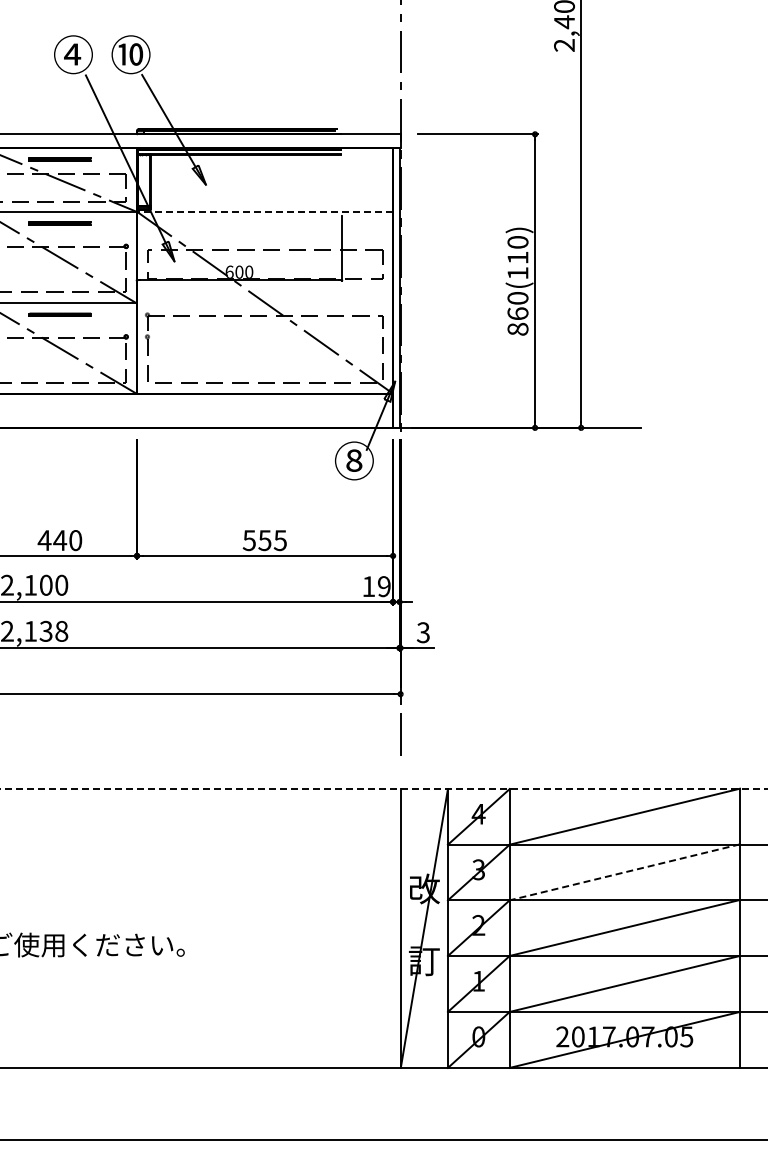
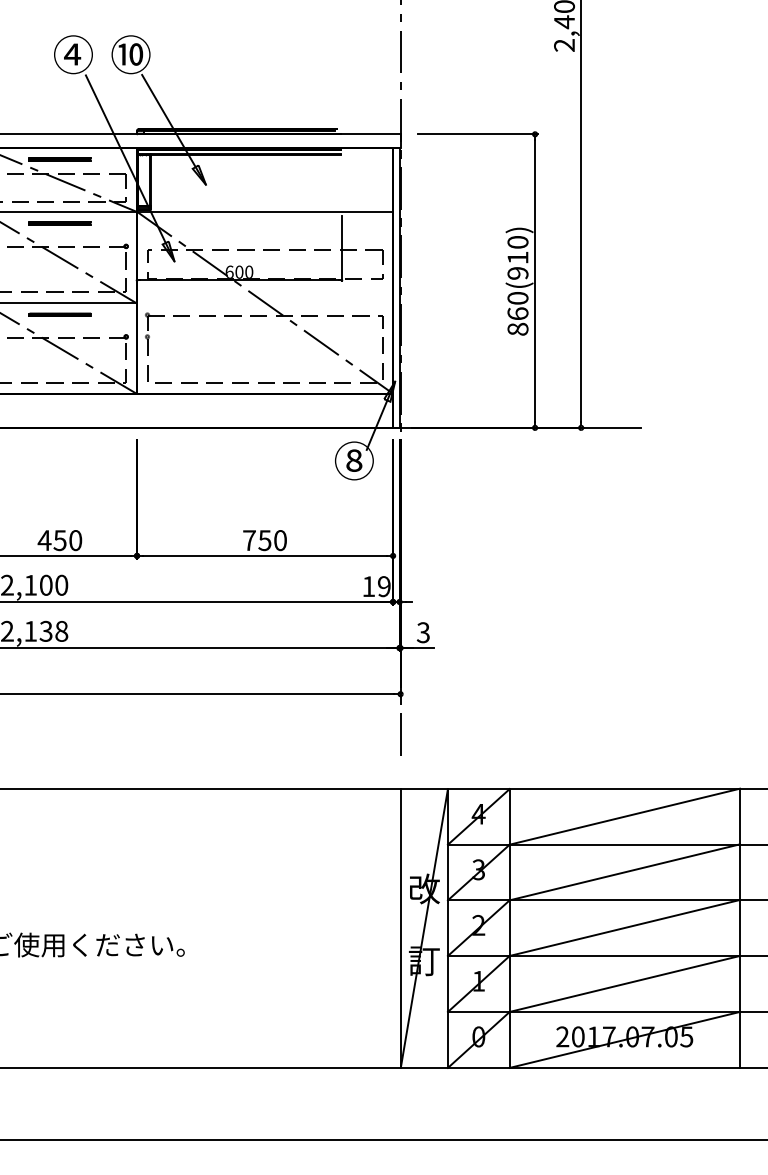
line at (264, 211): dashed -> solid
text at (517, 273): 860(110) -> 860(910)
text at (60, 540): 440 -> 450
text at (264, 540): 555 -> 750
line at (384, 789): dashed -> solid
line at (624, 872): dashed -> solid
